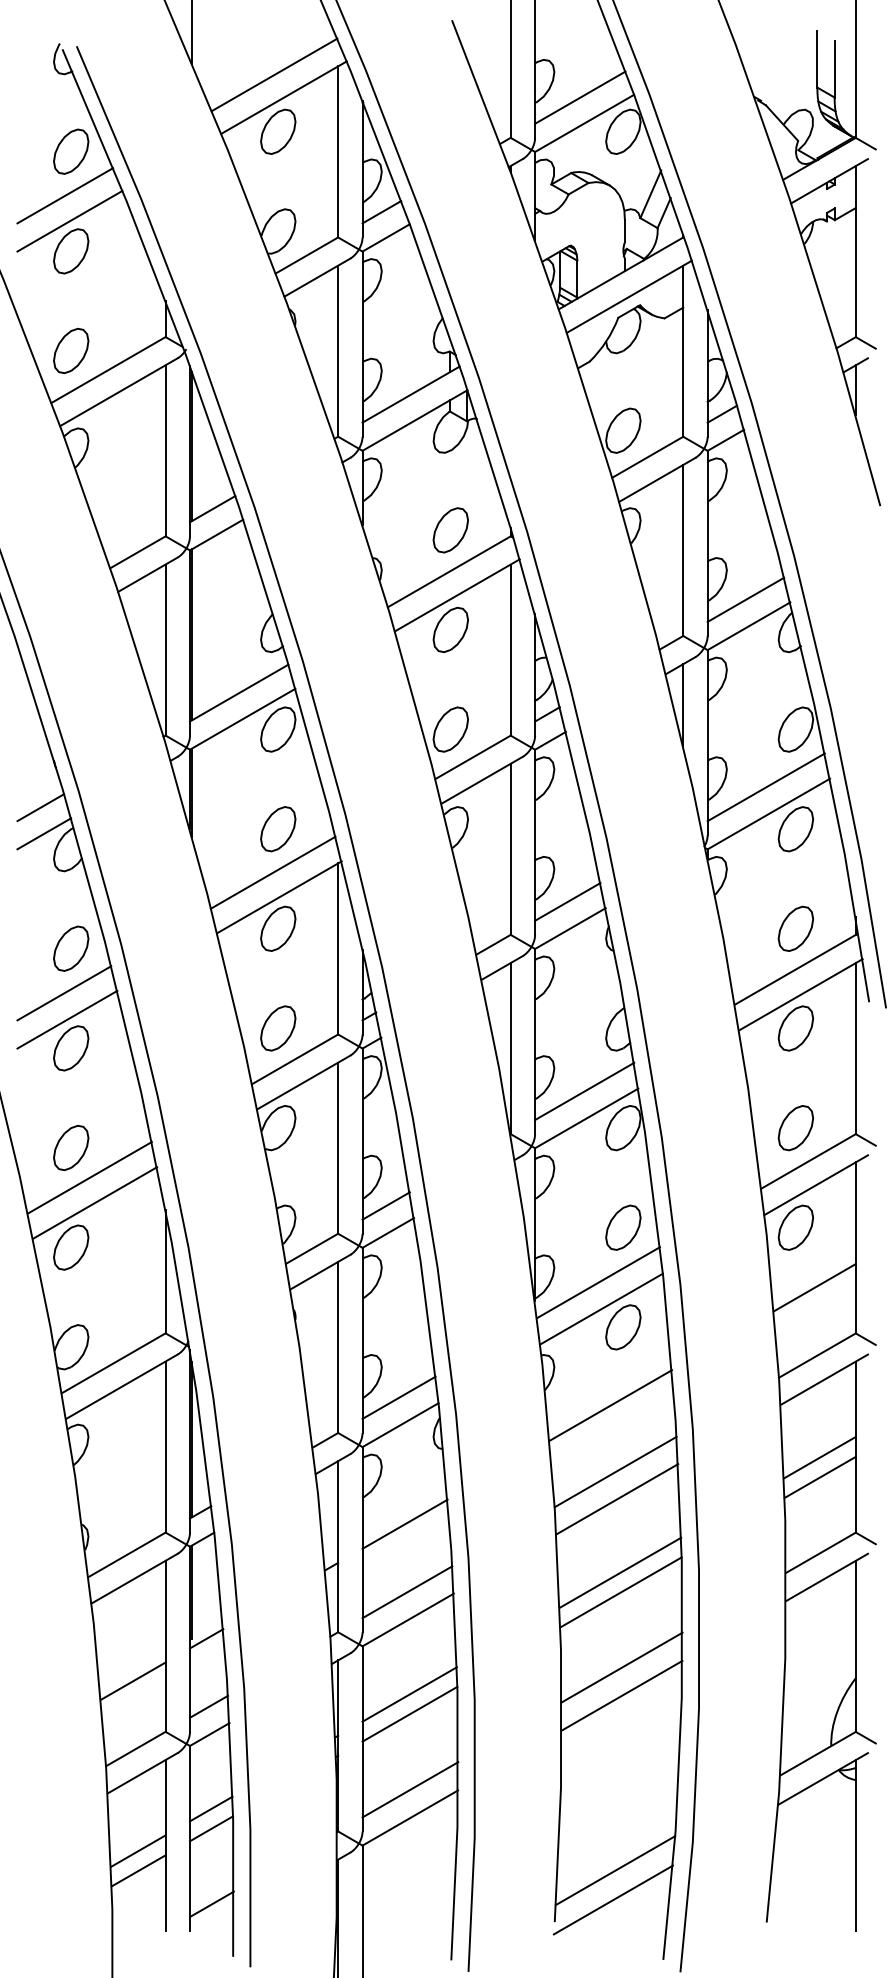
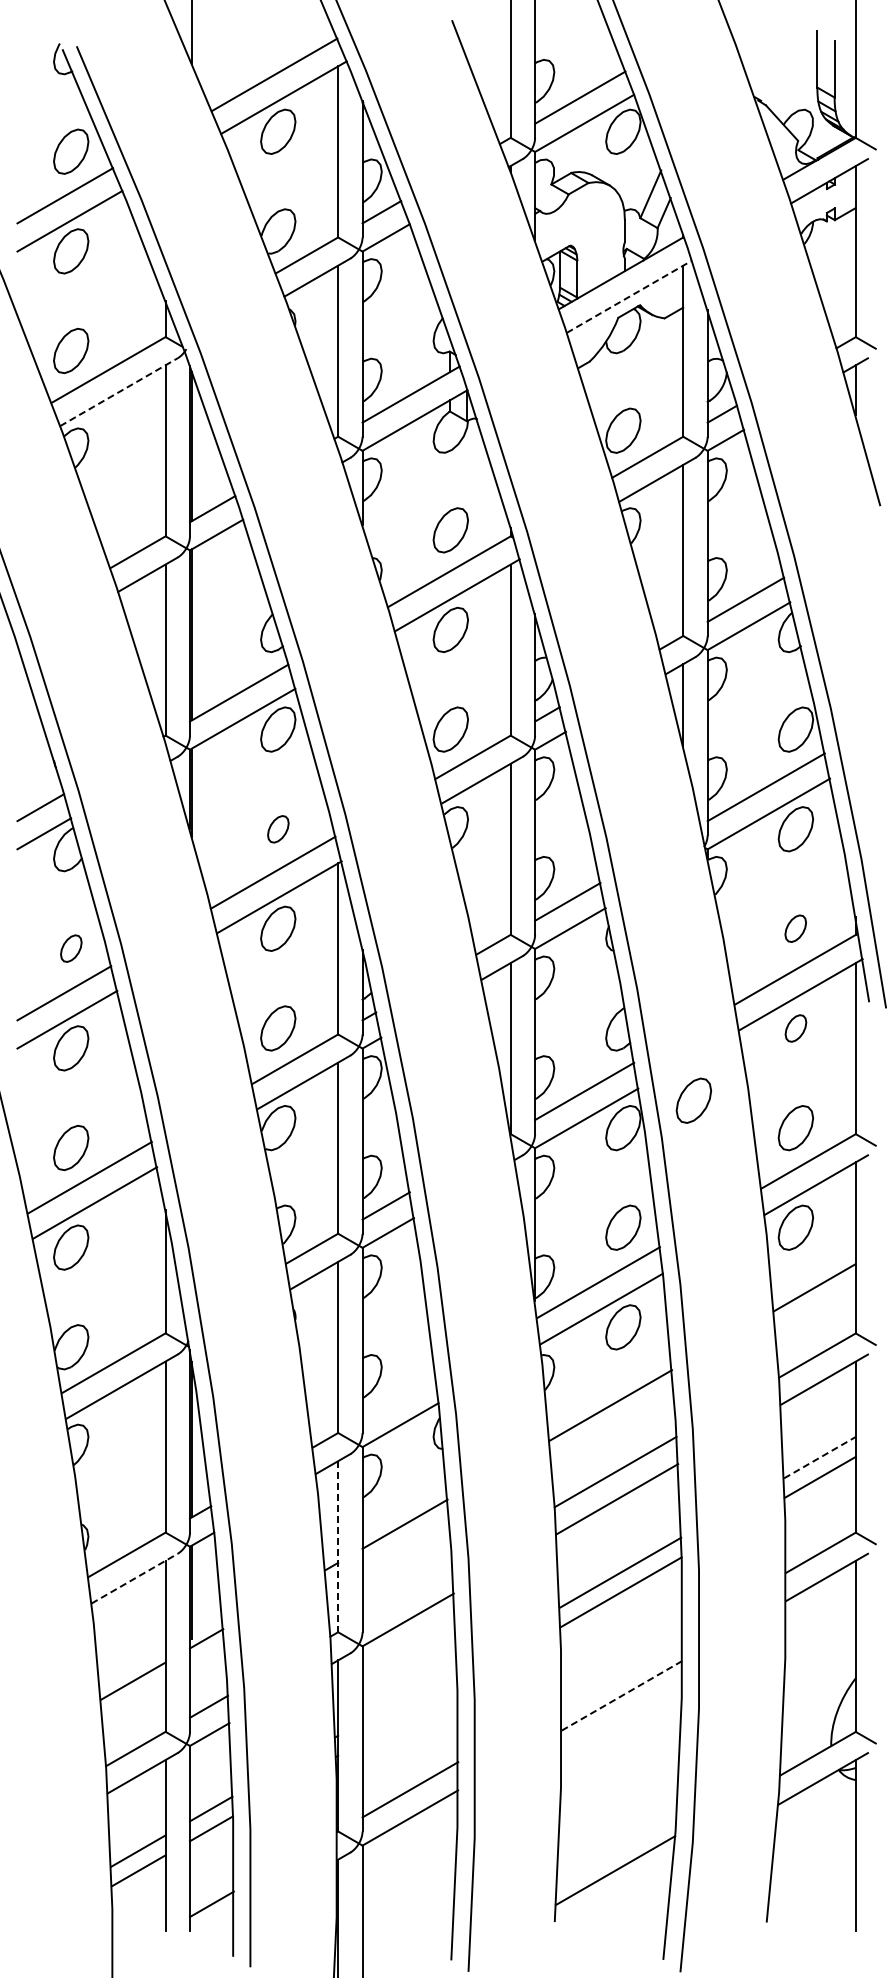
line at (629, 296): solid -> dashed
line at (118, 392): solid -> dashed
part at (278, 829) size: 37x47 px -> 23x29 px
part at (795, 928) size: 37x47 px -> 23x29 px
part at (71, 948) size: 37x47 px -> 23x29 px
part at (795, 1028) size: 38x47 px -> 24x29 px
part at (693, 1100): none -> present
line at (398, 1397): present -> none
line at (820, 1457): solid -> dashed
line at (338, 1546): solid -> dashed
line at (134, 1578): solid -> dashed
line at (407, 1592): present -> none
line at (621, 1667): present -> none
line at (409, 1694): present -> none
line at (622, 1695): solid -> dashed
line at (409, 1713): present -> none
line at (612, 1899): present -> none
